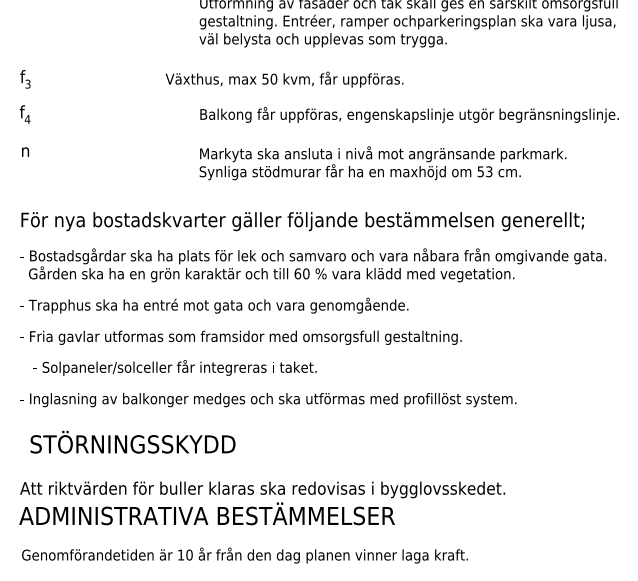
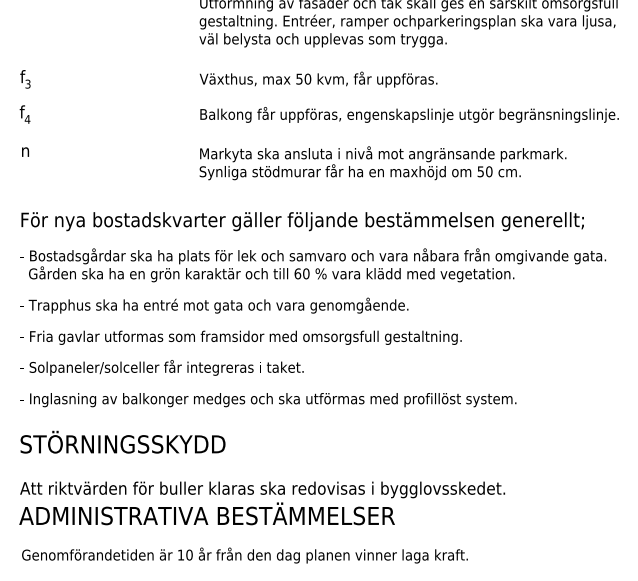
text at (284, 79) position: (284, 79) -> (318, 79)
text at (489, 171): 53 -> 50
text at (174, 367) position: (174, 367) -> (161, 367)
text at (132, 441) position: (132, 441) -> (122, 441)
